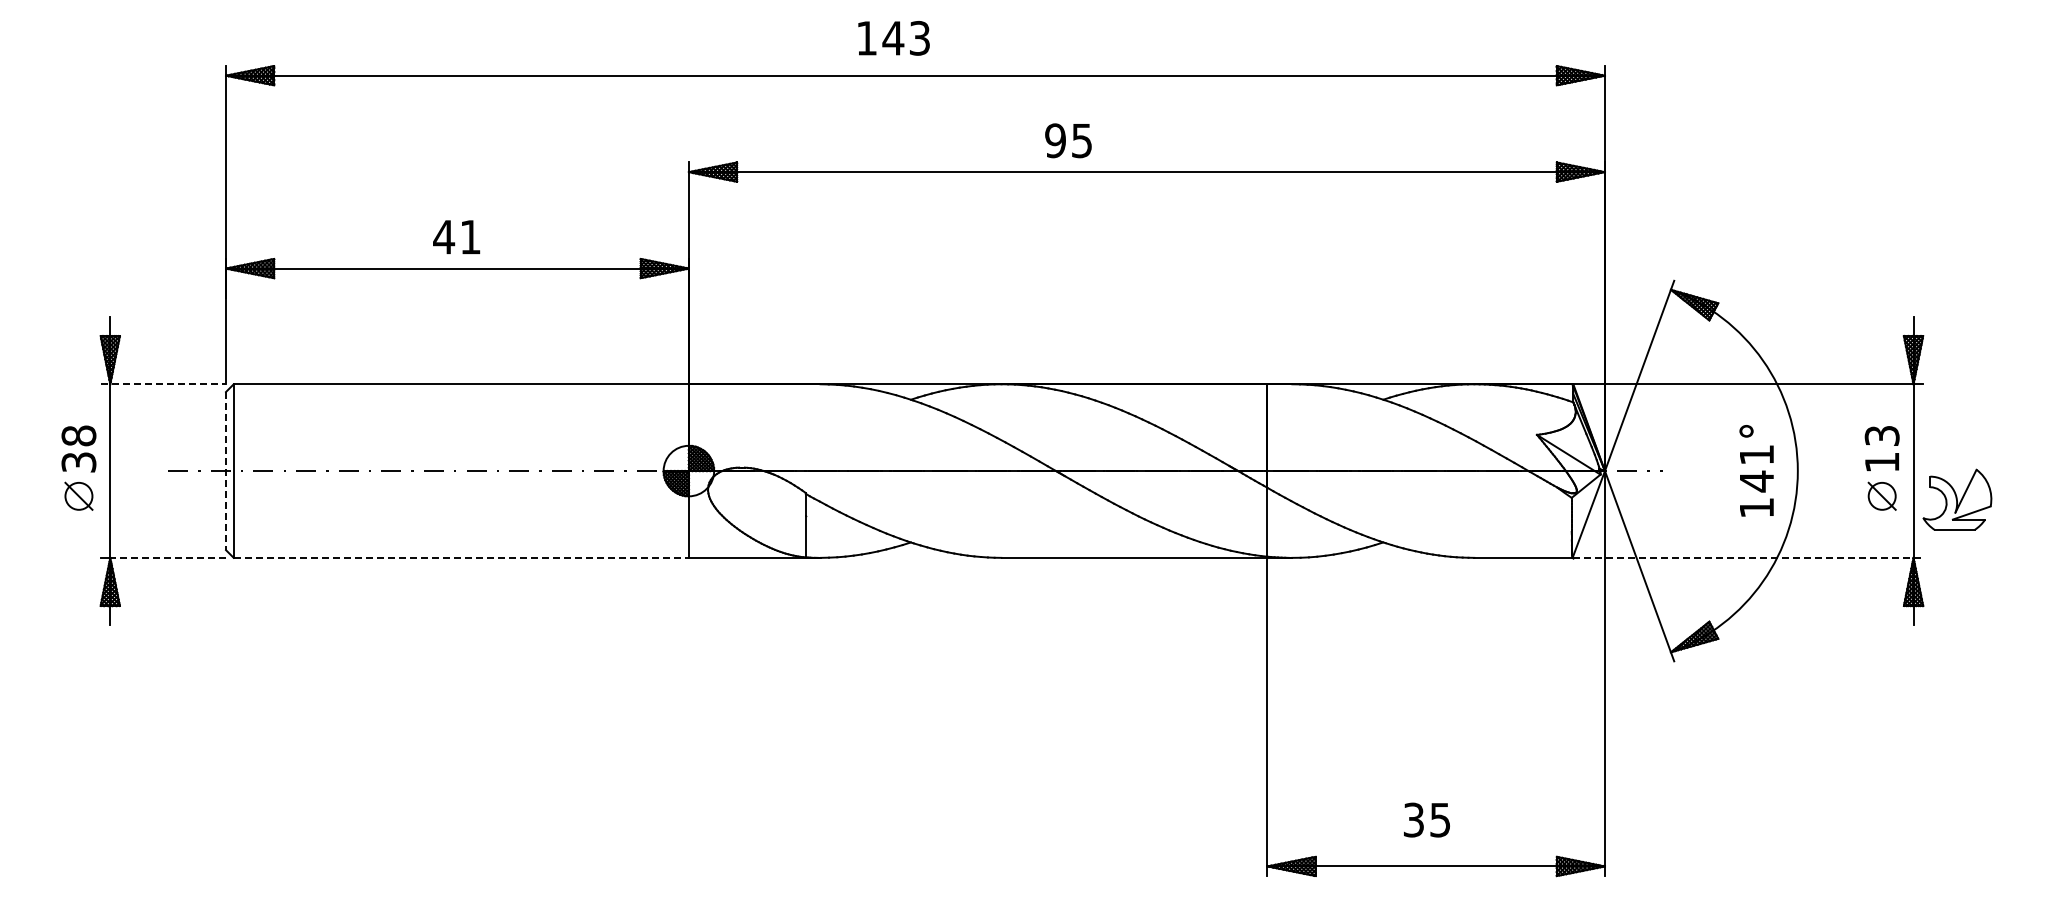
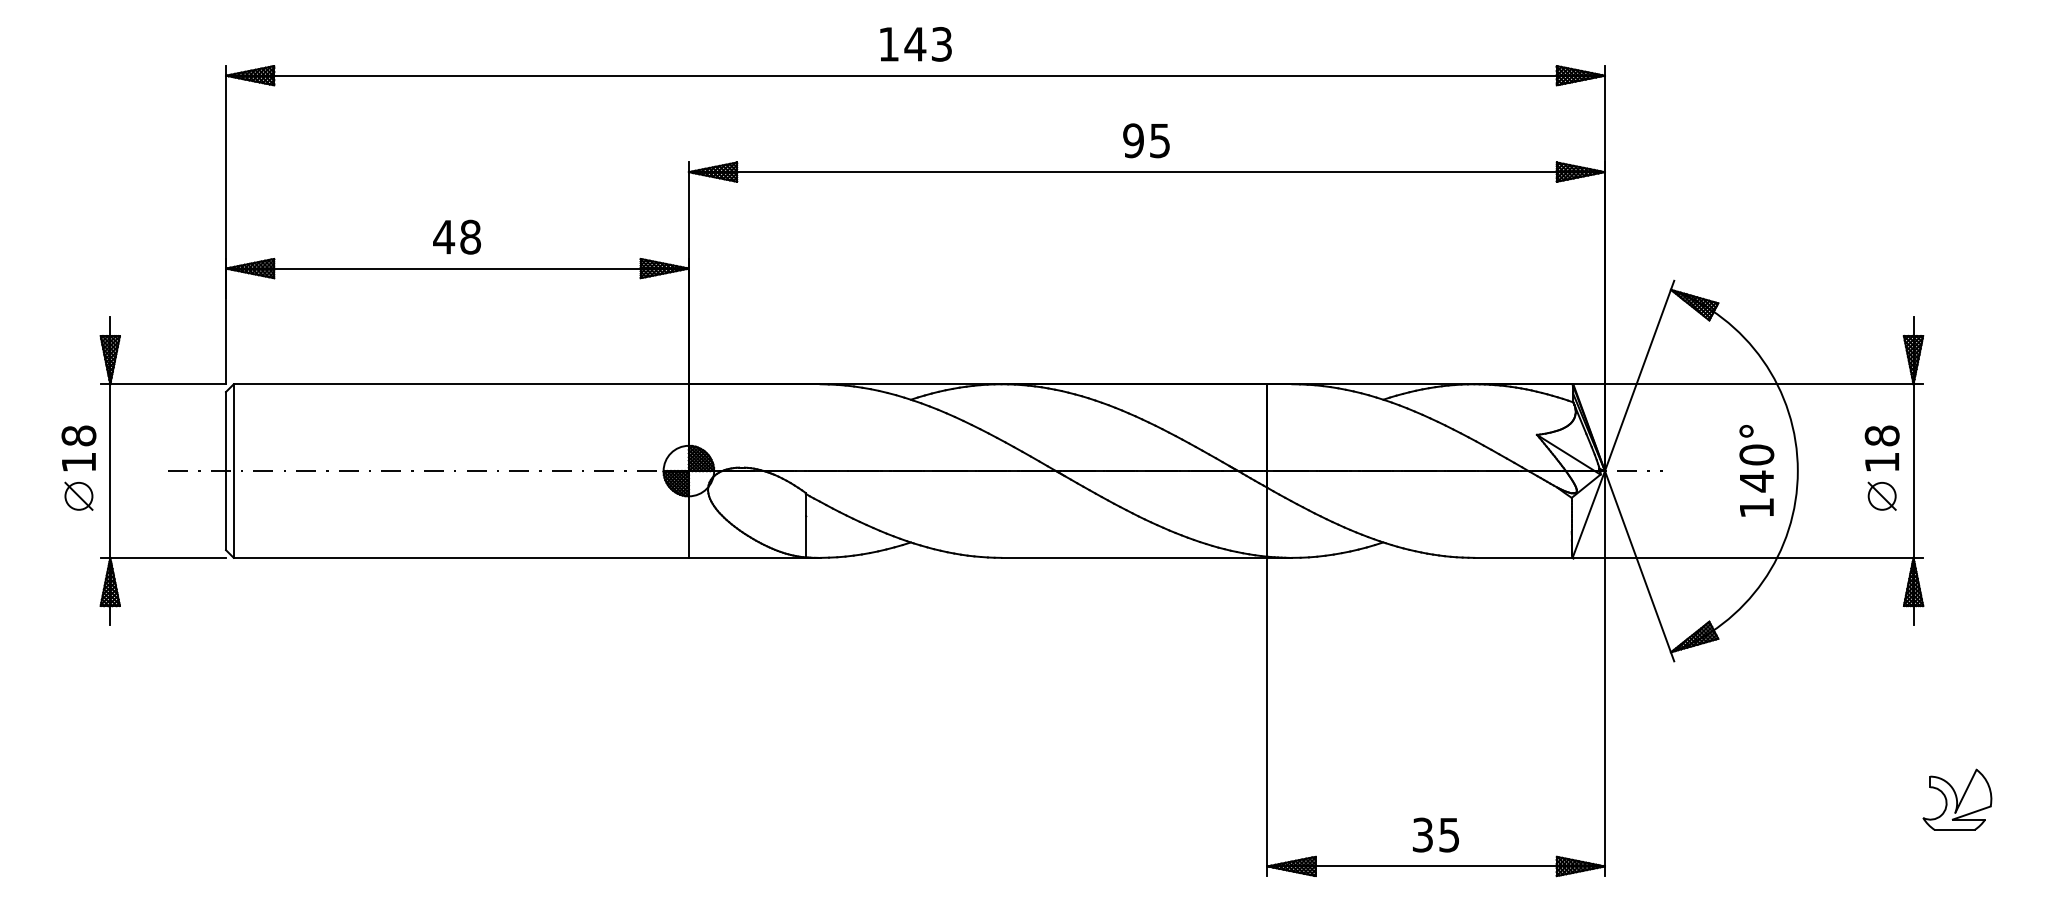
text at (893, 38) position: (893, 38) -> (915, 44)
text at (1068, 140) position: (1068, 140) -> (1146, 140)
text at (470, 236): 41 -> 48
line at (163, 384): dashed -> solid
text at (1881, 435): 13 -> 18
text at (1756, 454): 141° -> 140°
text at (78, 462): 38 -> 18
line at (226, 471): dashed -> solid
part at (1957, 499) position: (1957, 499) -> (1957, 799)
line at (168, 557): dashed -> solid
line at (461, 557): dashed -> solid
line at (1748, 557): dashed -> solid
text at (1426, 819) position: (1426, 819) -> (1435, 834)
